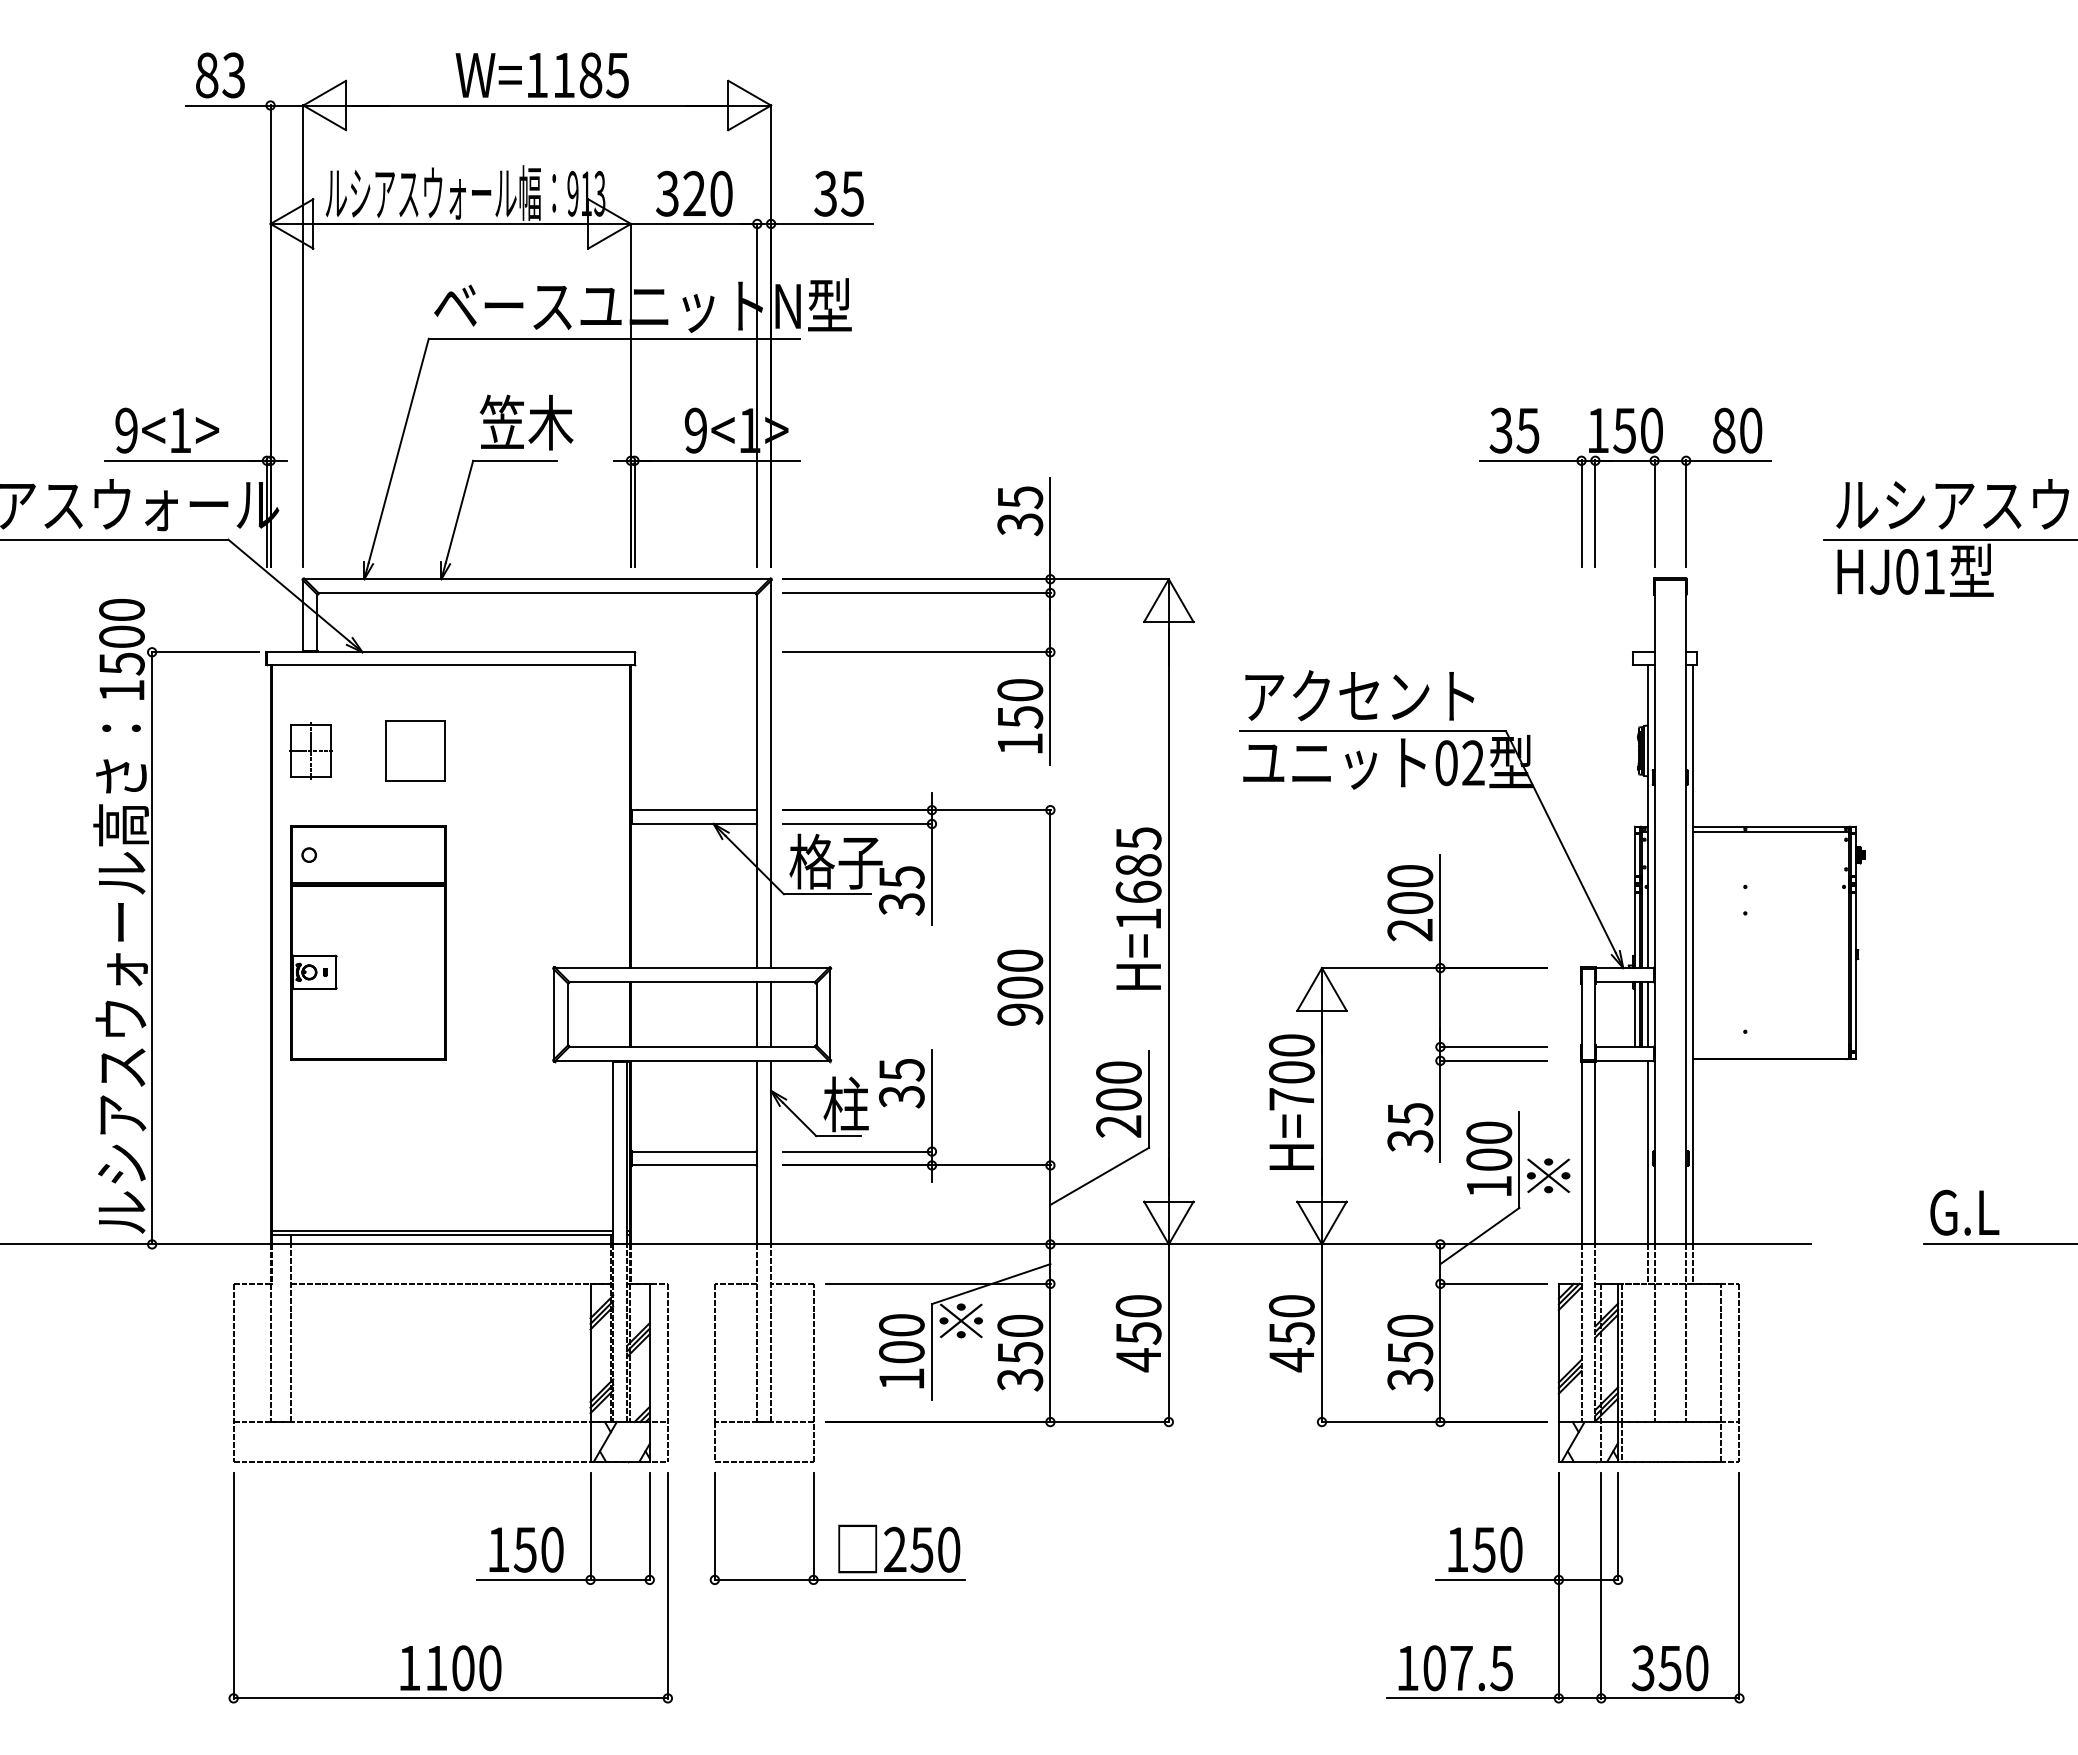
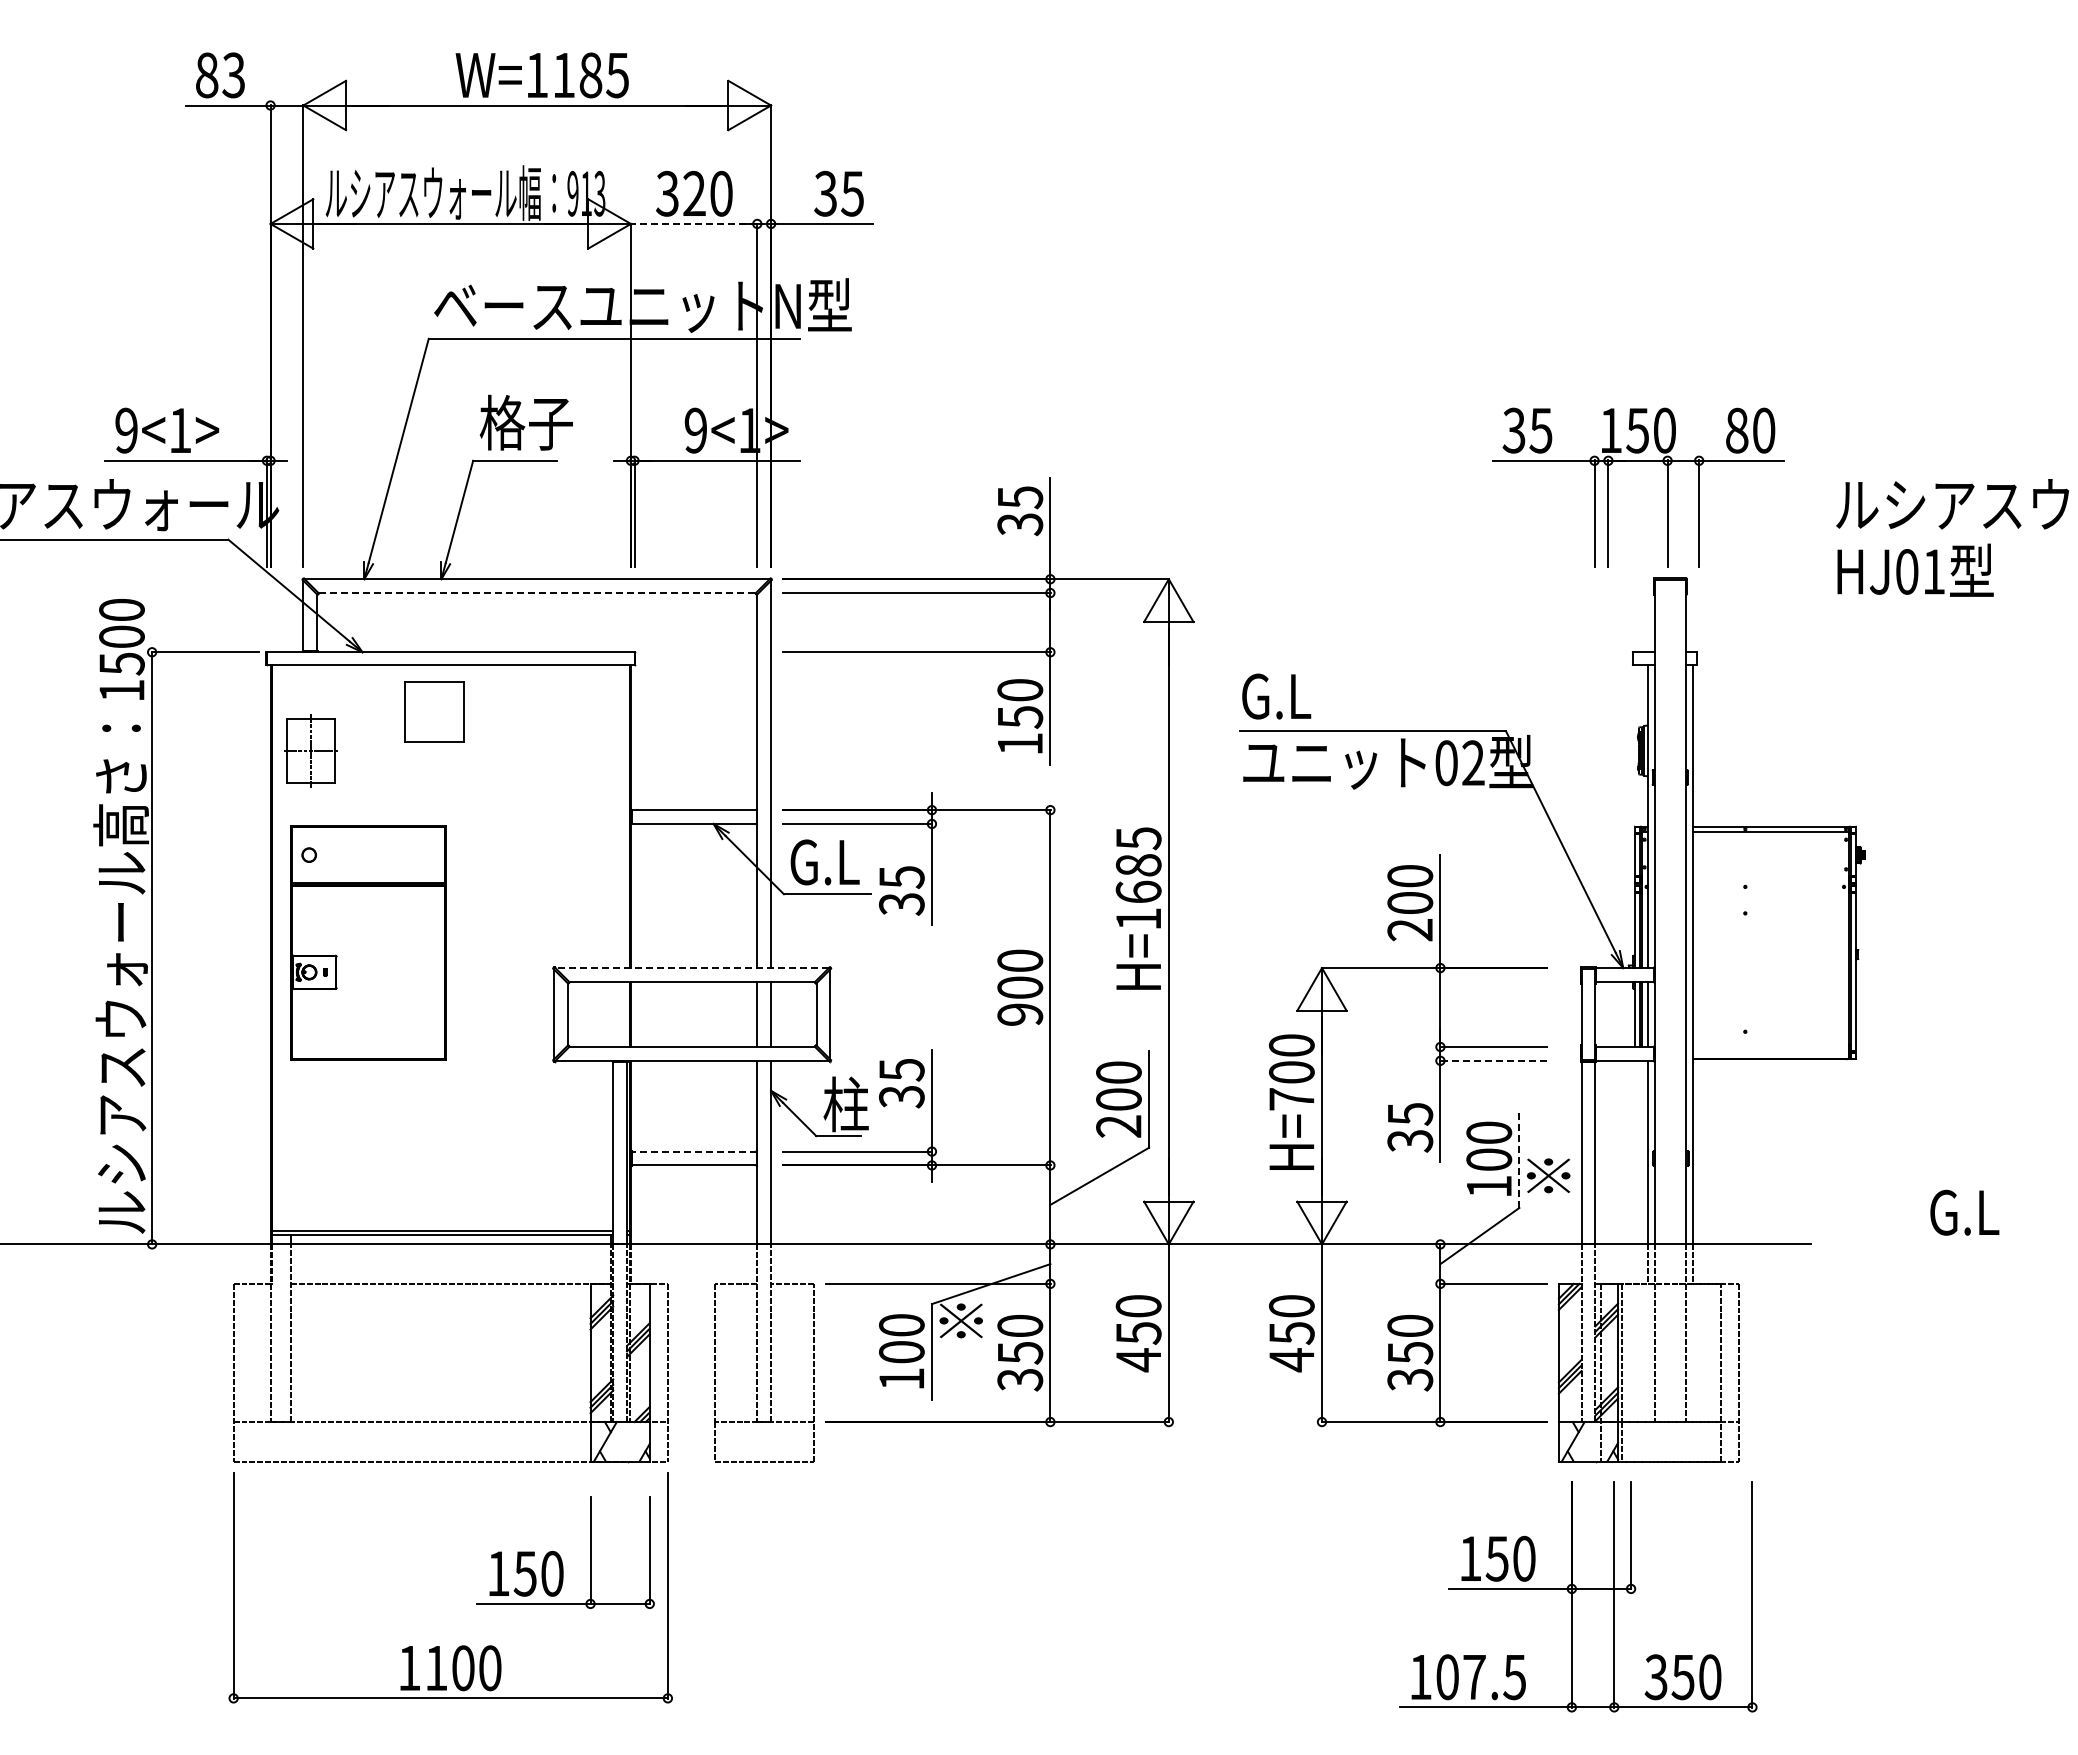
line at (693, 223): solid -> dashed
text at (526, 422): 笠木 -> 格子
part at (1625, 461) position: (1625, 461) -> (1638, 461)
line at (1948, 539): present -> none
line at (537, 593): solid -> dashed
text at (1358, 695): アクセント -> G.L
part at (310, 750) size: 44x58 px -> 54x74 px
part at (415, 750) position: (415, 750) -> (434, 711)
text at (835, 861): 格子 -> G.L
line at (692, 968): solid -> dashed
line at (1493, 1060): solid -> dashed
line at (693, 1151): solid -> dashed
line at (1519, 1159): solid -> dashed
line at (1998, 1244): present -> none
part at (565, 1528) position: (565, 1528) -> (565, 1552)
part at (837, 1528): present -> none
part at (1565, 1587) position: (1565, 1587) -> (1578, 1596)
